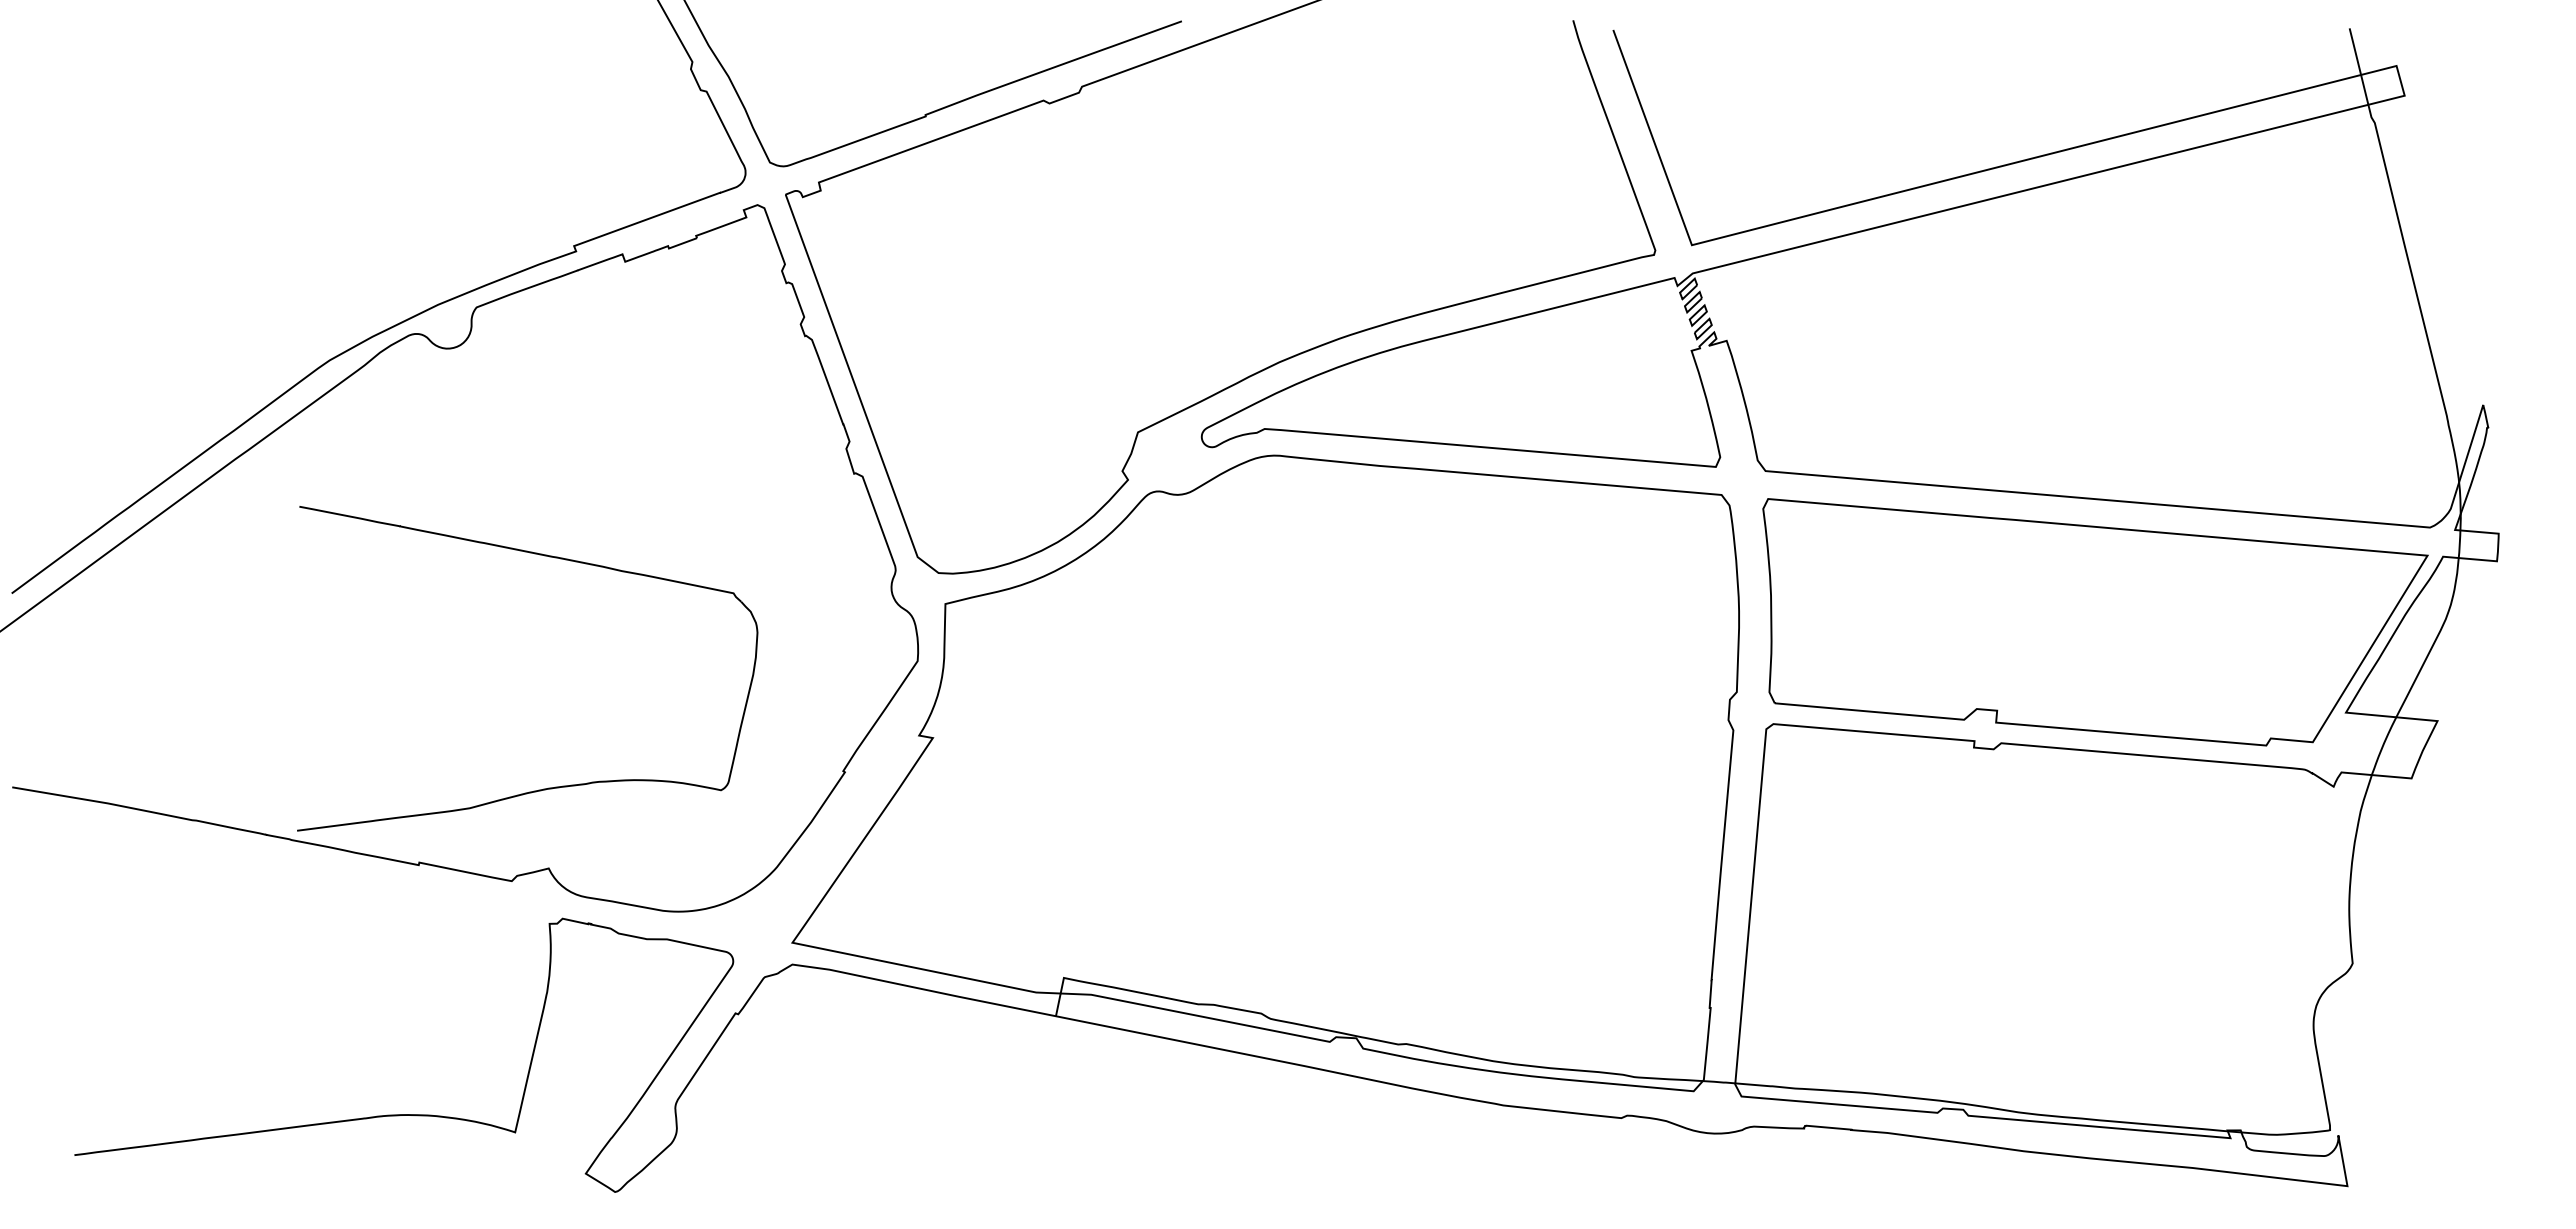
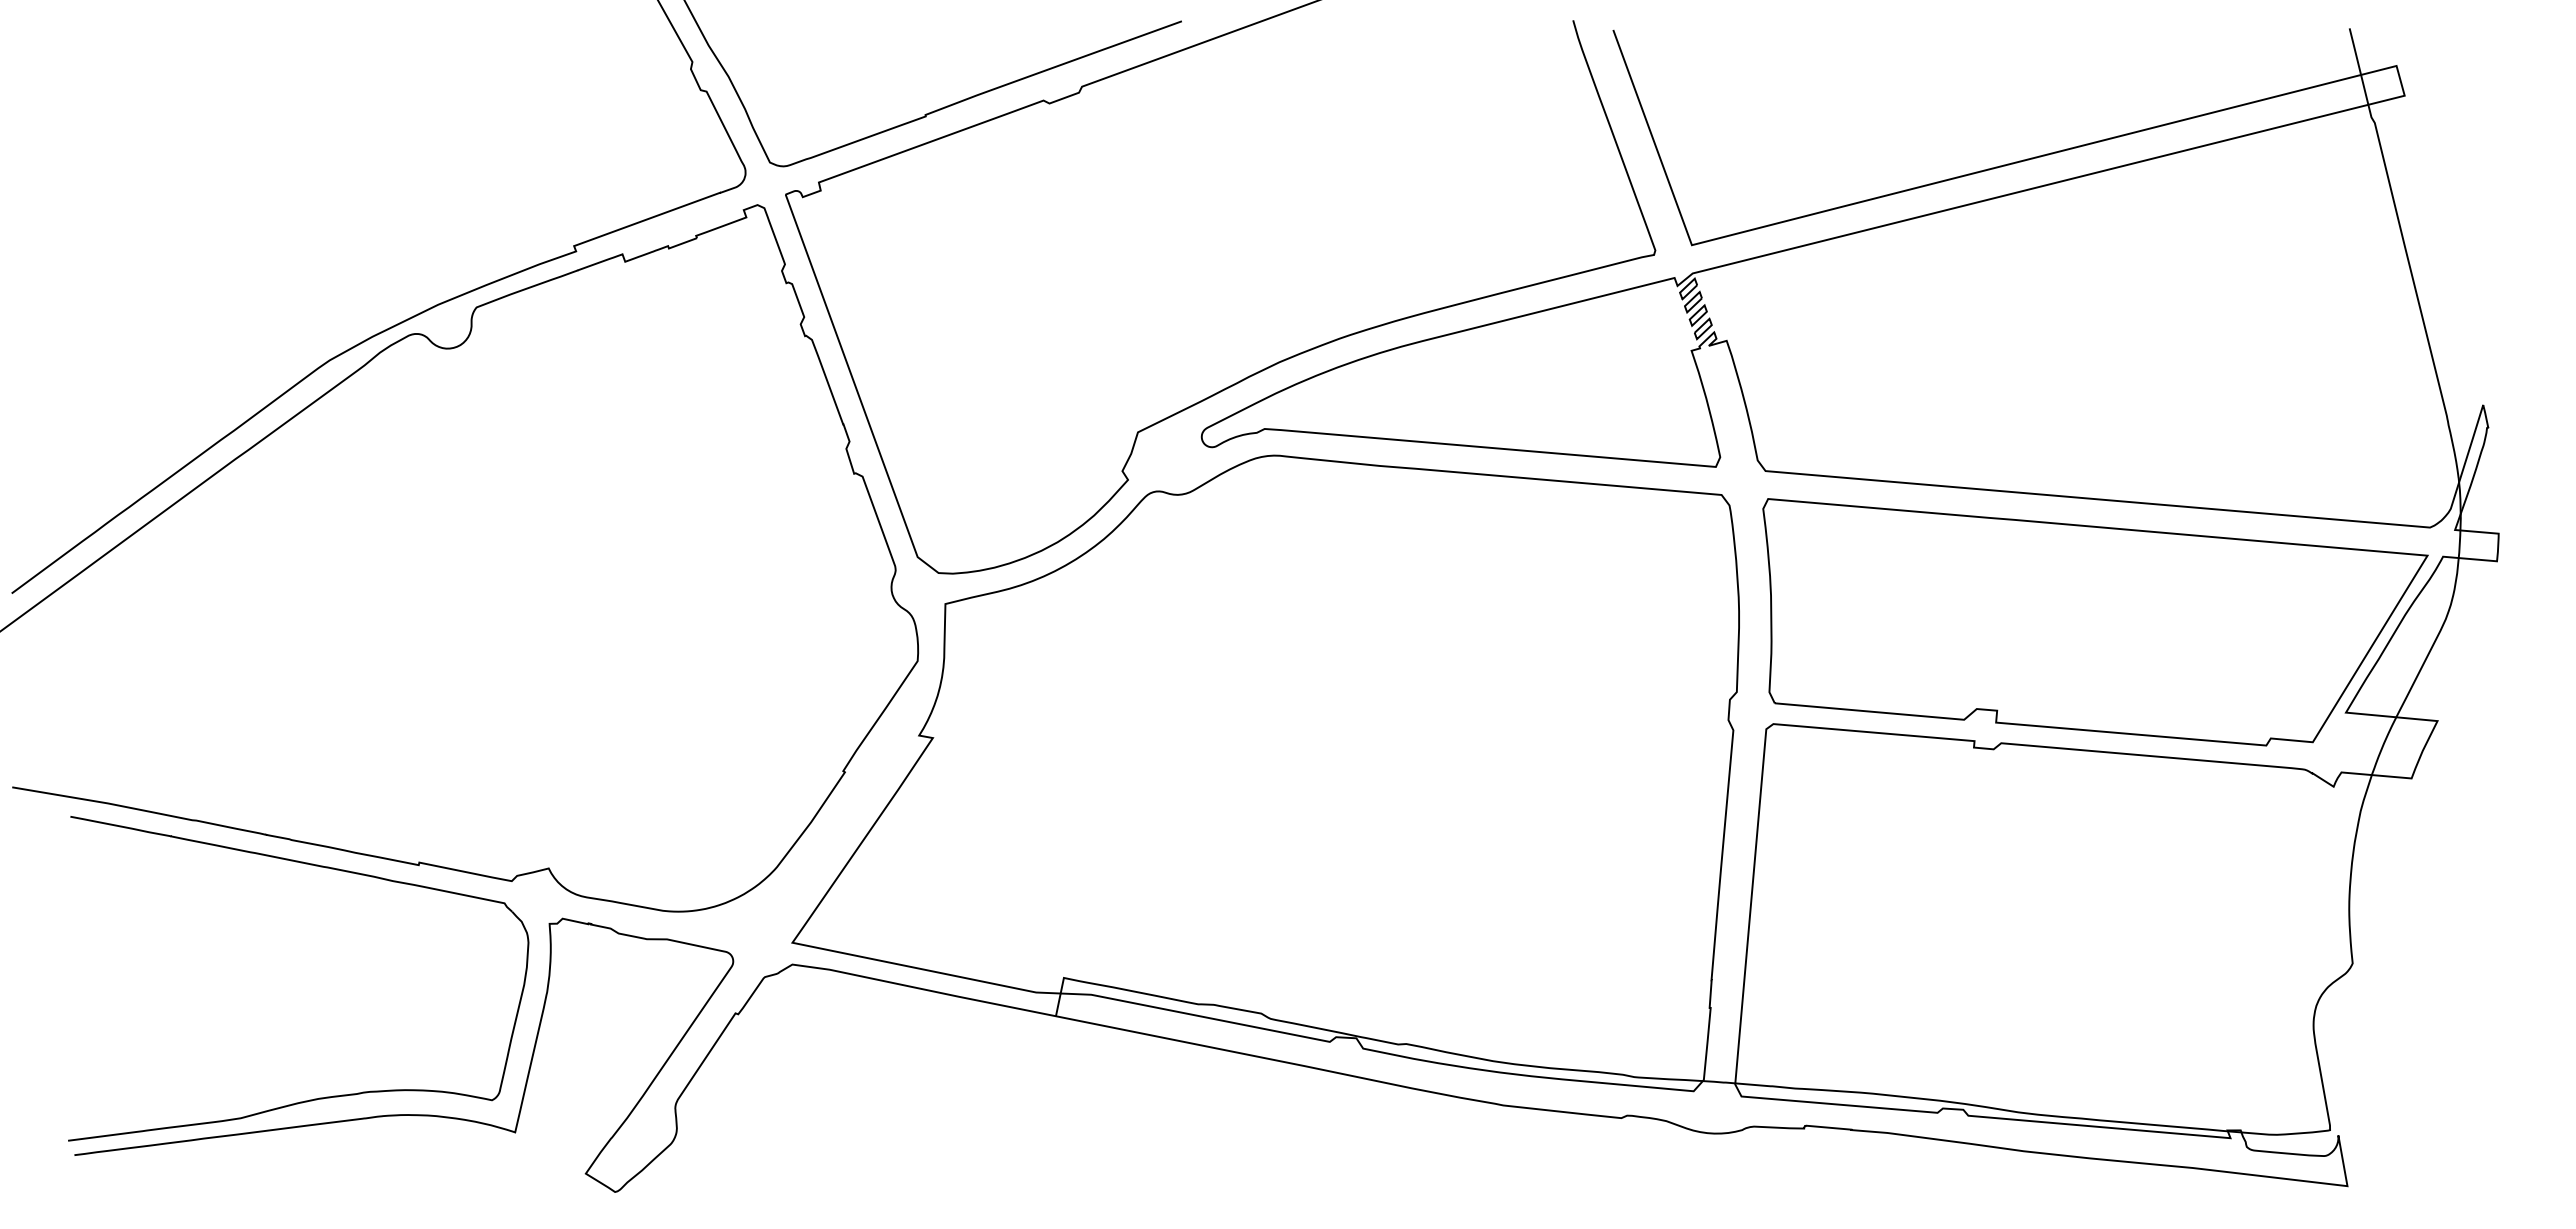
part at (549, 557) position: (549, 557) -> (320, 867)
